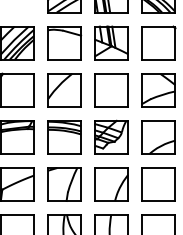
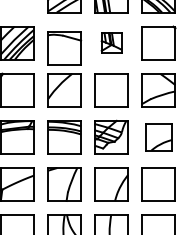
part at (111, 42) size: 35x36 px -> 23x22 px
part at (64, 43) position: (64, 43) -> (64, 48)
part at (158, 137) size: 35x35 px -> 28x29 px
